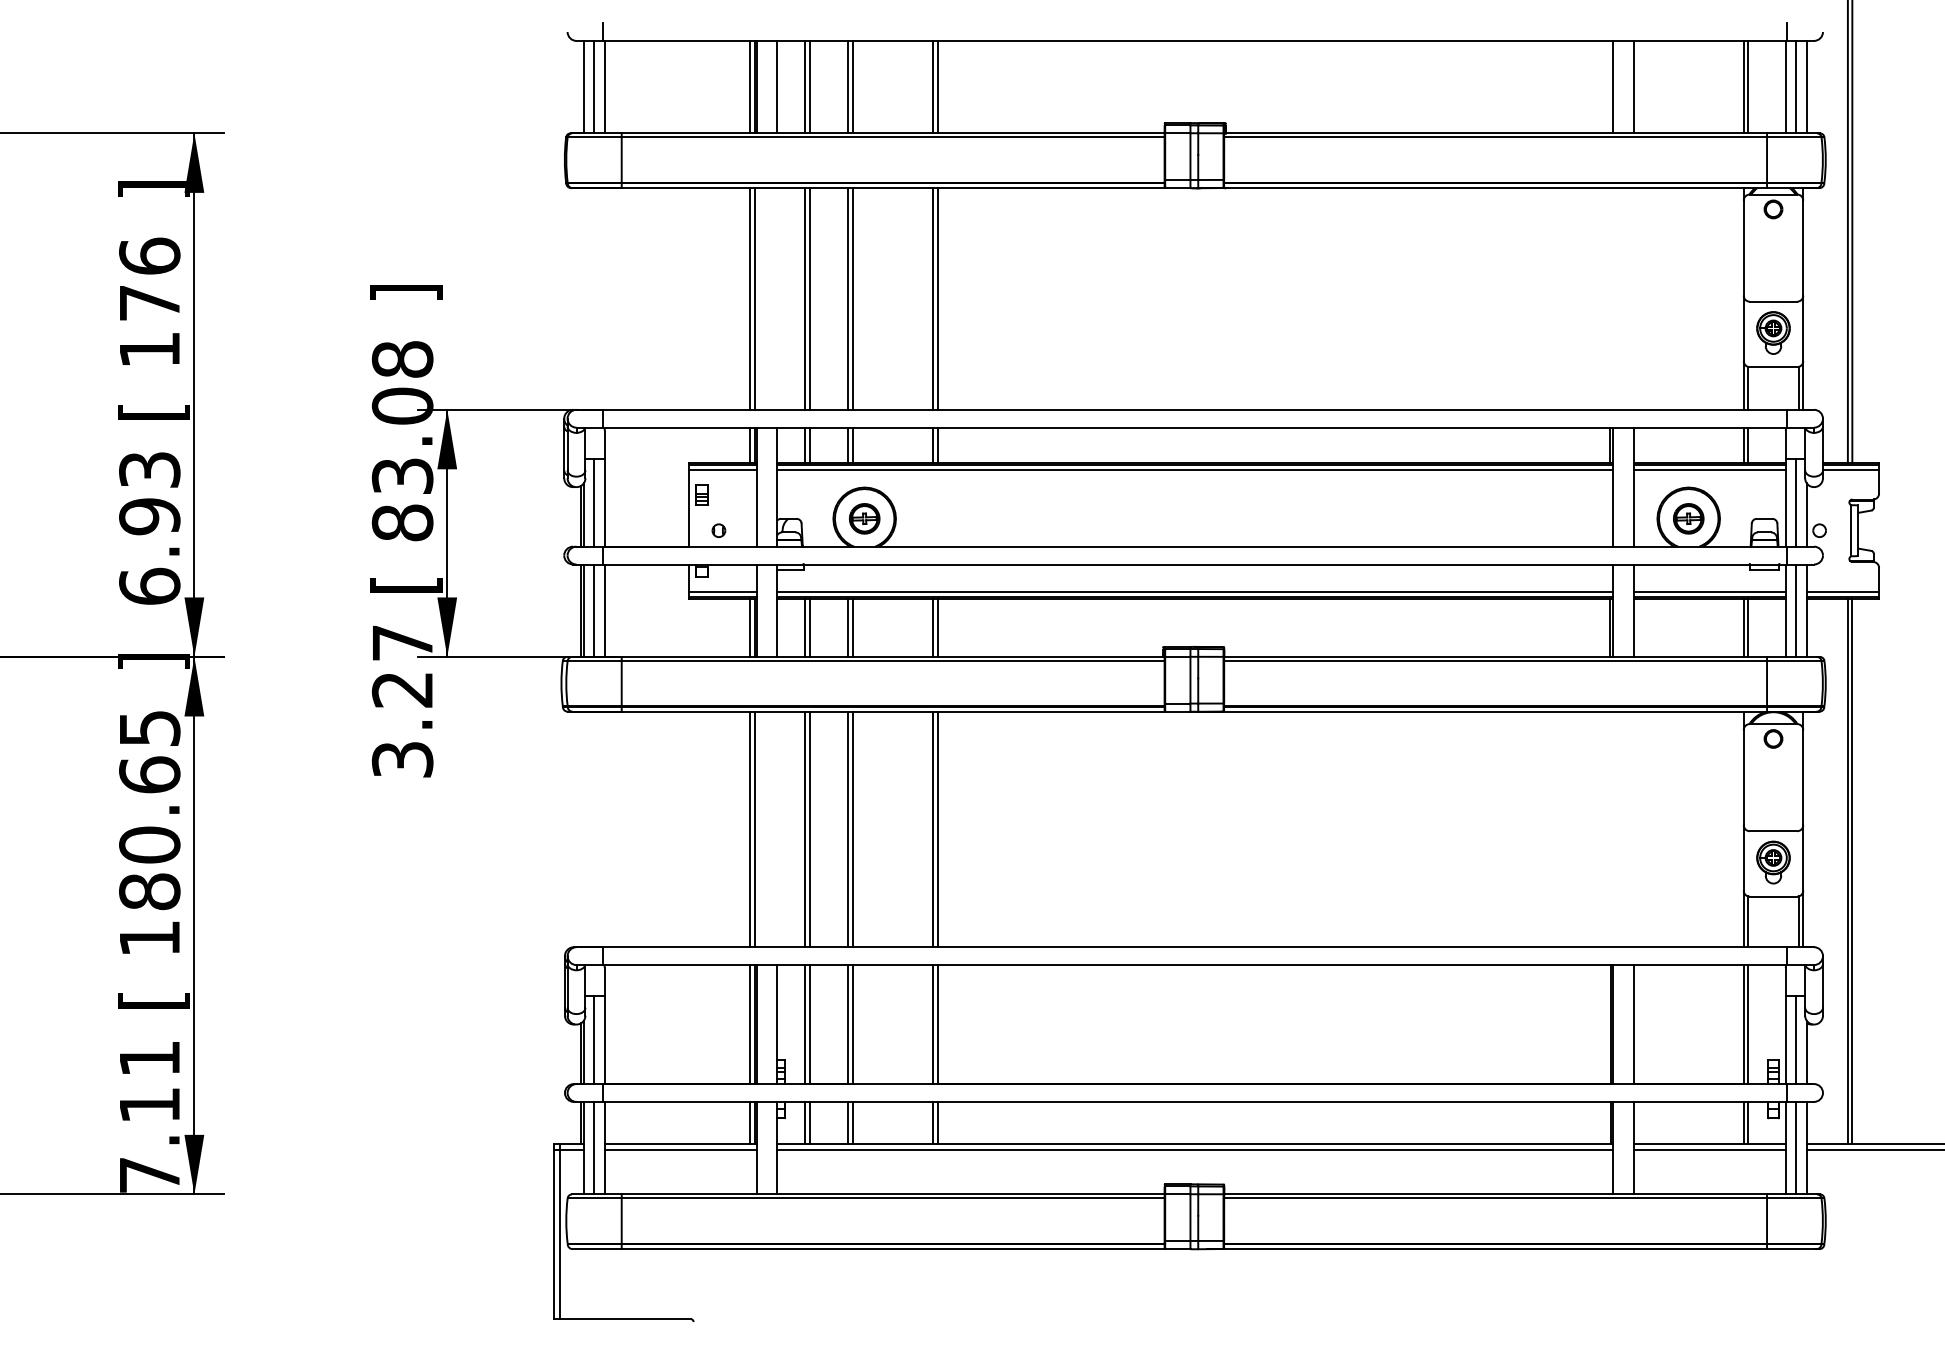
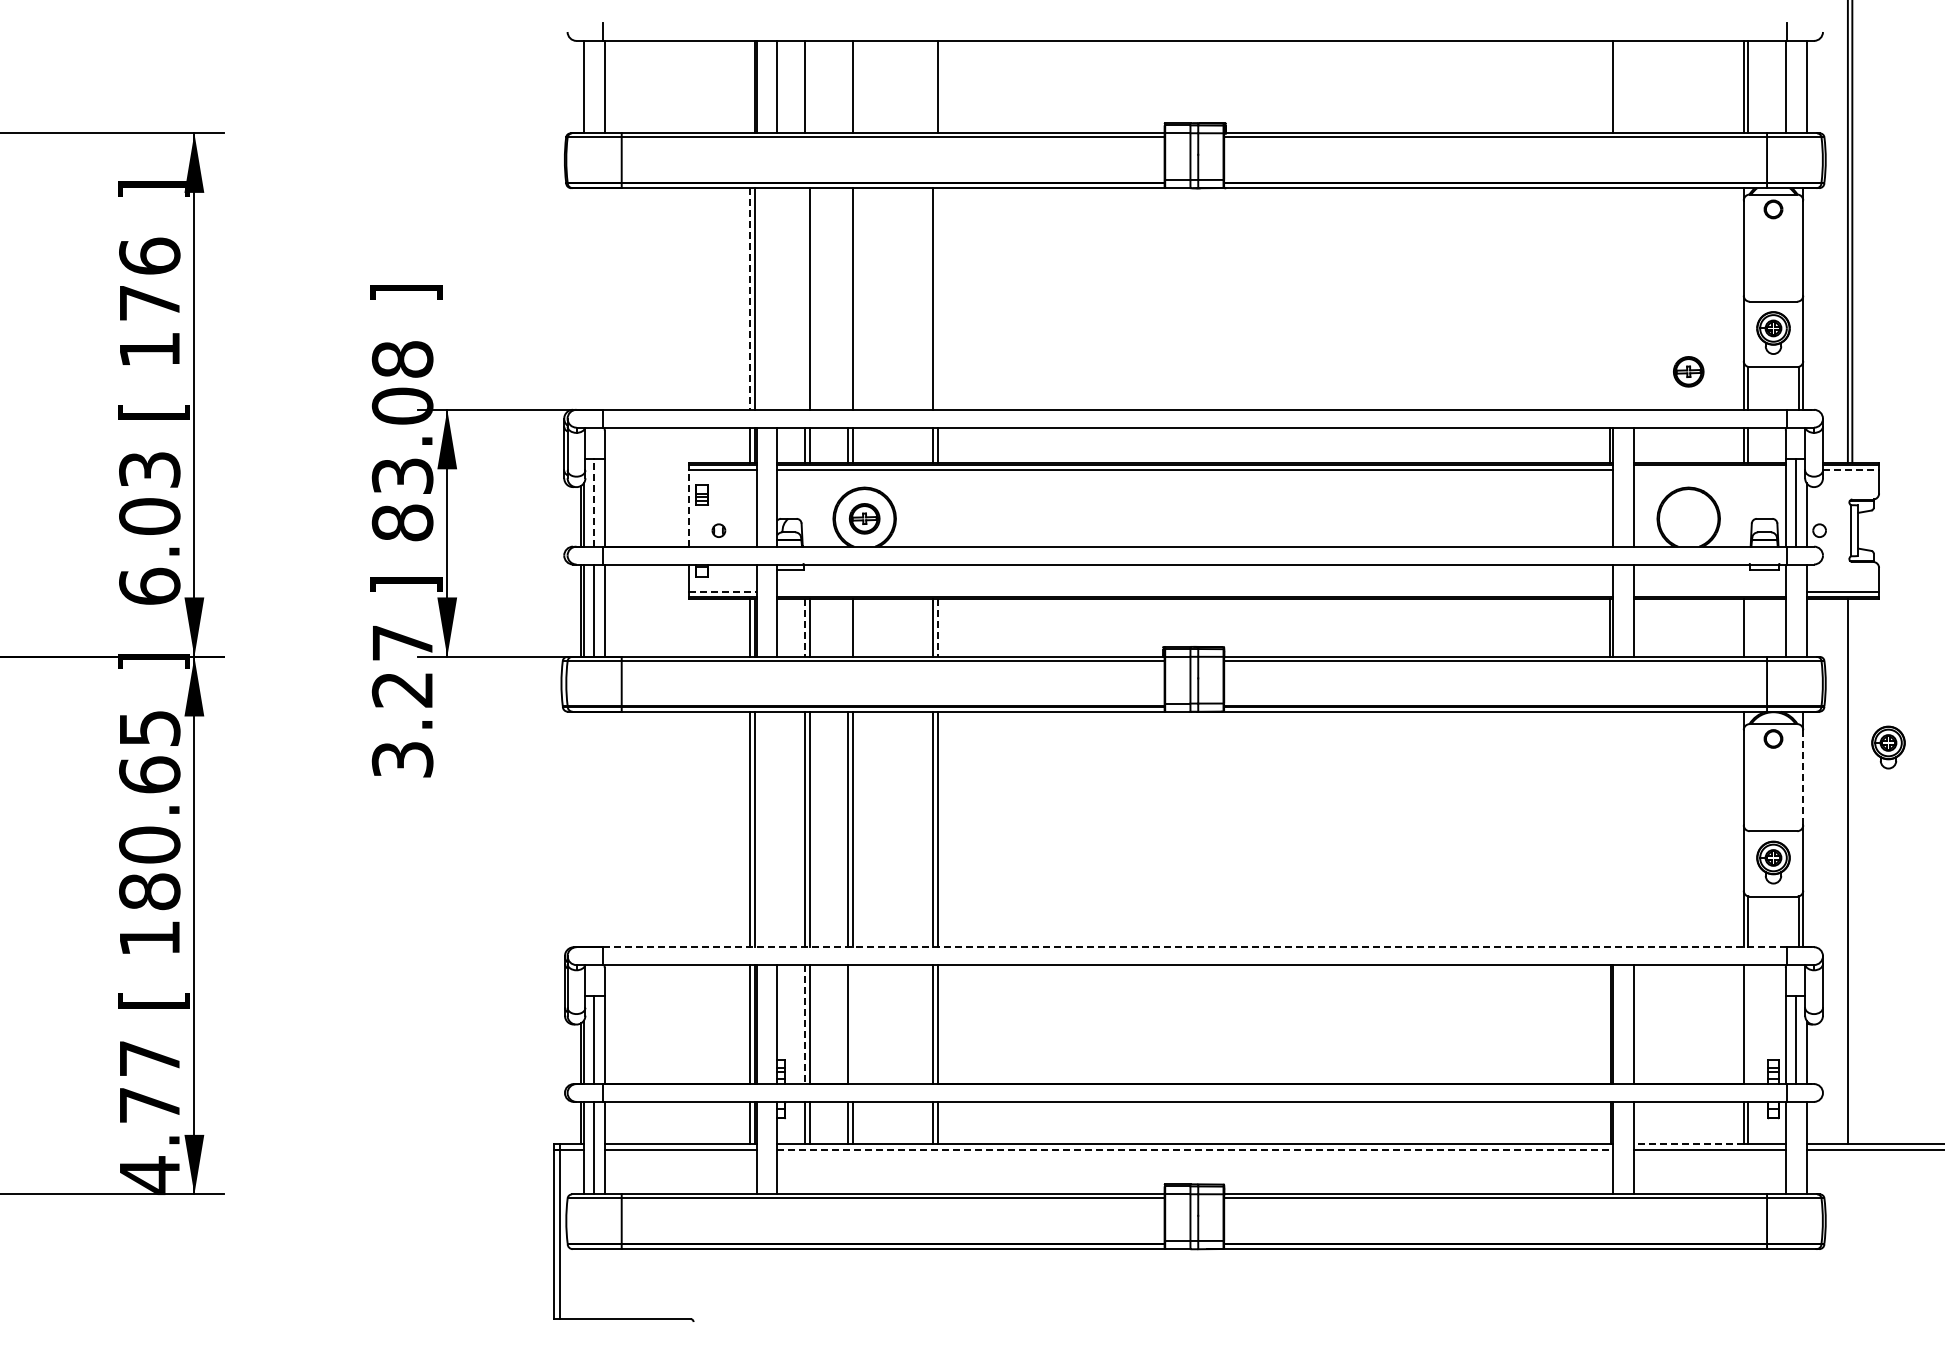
line at (594, 86): present -> none
line at (750, 86): present -> none
line at (809, 86): present -> none
line at (848, 86): present -> none
line at (933, 86): present -> none
line at (1634, 86): present -> none
line at (1796, 86): present -> none
line at (750, 298): solid -> dashed
line at (805, 298): present -> none
line at (848, 298): present -> none
line at (937, 298): present -> none
line at (1709, 469): present -> none
line at (1851, 469): solid -> dashed
line at (594, 502): solid -> dashed
line at (689, 508): solid -> dashed
text at (149, 516): 6.93 -> 6.03
part at (1688, 518) position: (1688, 518) -> (1688, 371)
text at (406, 584): [ -> ]
line at (722, 591): solid -> dashed
line at (1195, 591): present -> none
line at (1709, 591): present -> none
line at (1796, 610): present -> none
line at (848, 627): present -> none
line at (1748, 627): present -> none
line at (805, 628): solid -> dashed
line at (937, 628): solid -> dashed
part at (1888, 747): none -> present
line at (1803, 777): solid -> dashed
line at (1852, 870): present -> none
line at (1194, 947): solid -> dashed
line at (852, 1024): present -> none
line at (1748, 1024): present -> none
line at (805, 1025): solid -> dashed
text at (149, 1116): 7.11 -> 4.77
line at (1688, 1143): solid -> dashed
line at (1796, 1147): present -> none
line at (1195, 1150): solid -> dashed
